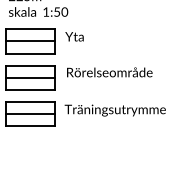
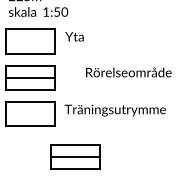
line at (30, 41): present -> none
text at (109, 72) position: (109, 72) -> (128, 72)
line at (30, 114): present -> none
part at (75, 156): none -> present
